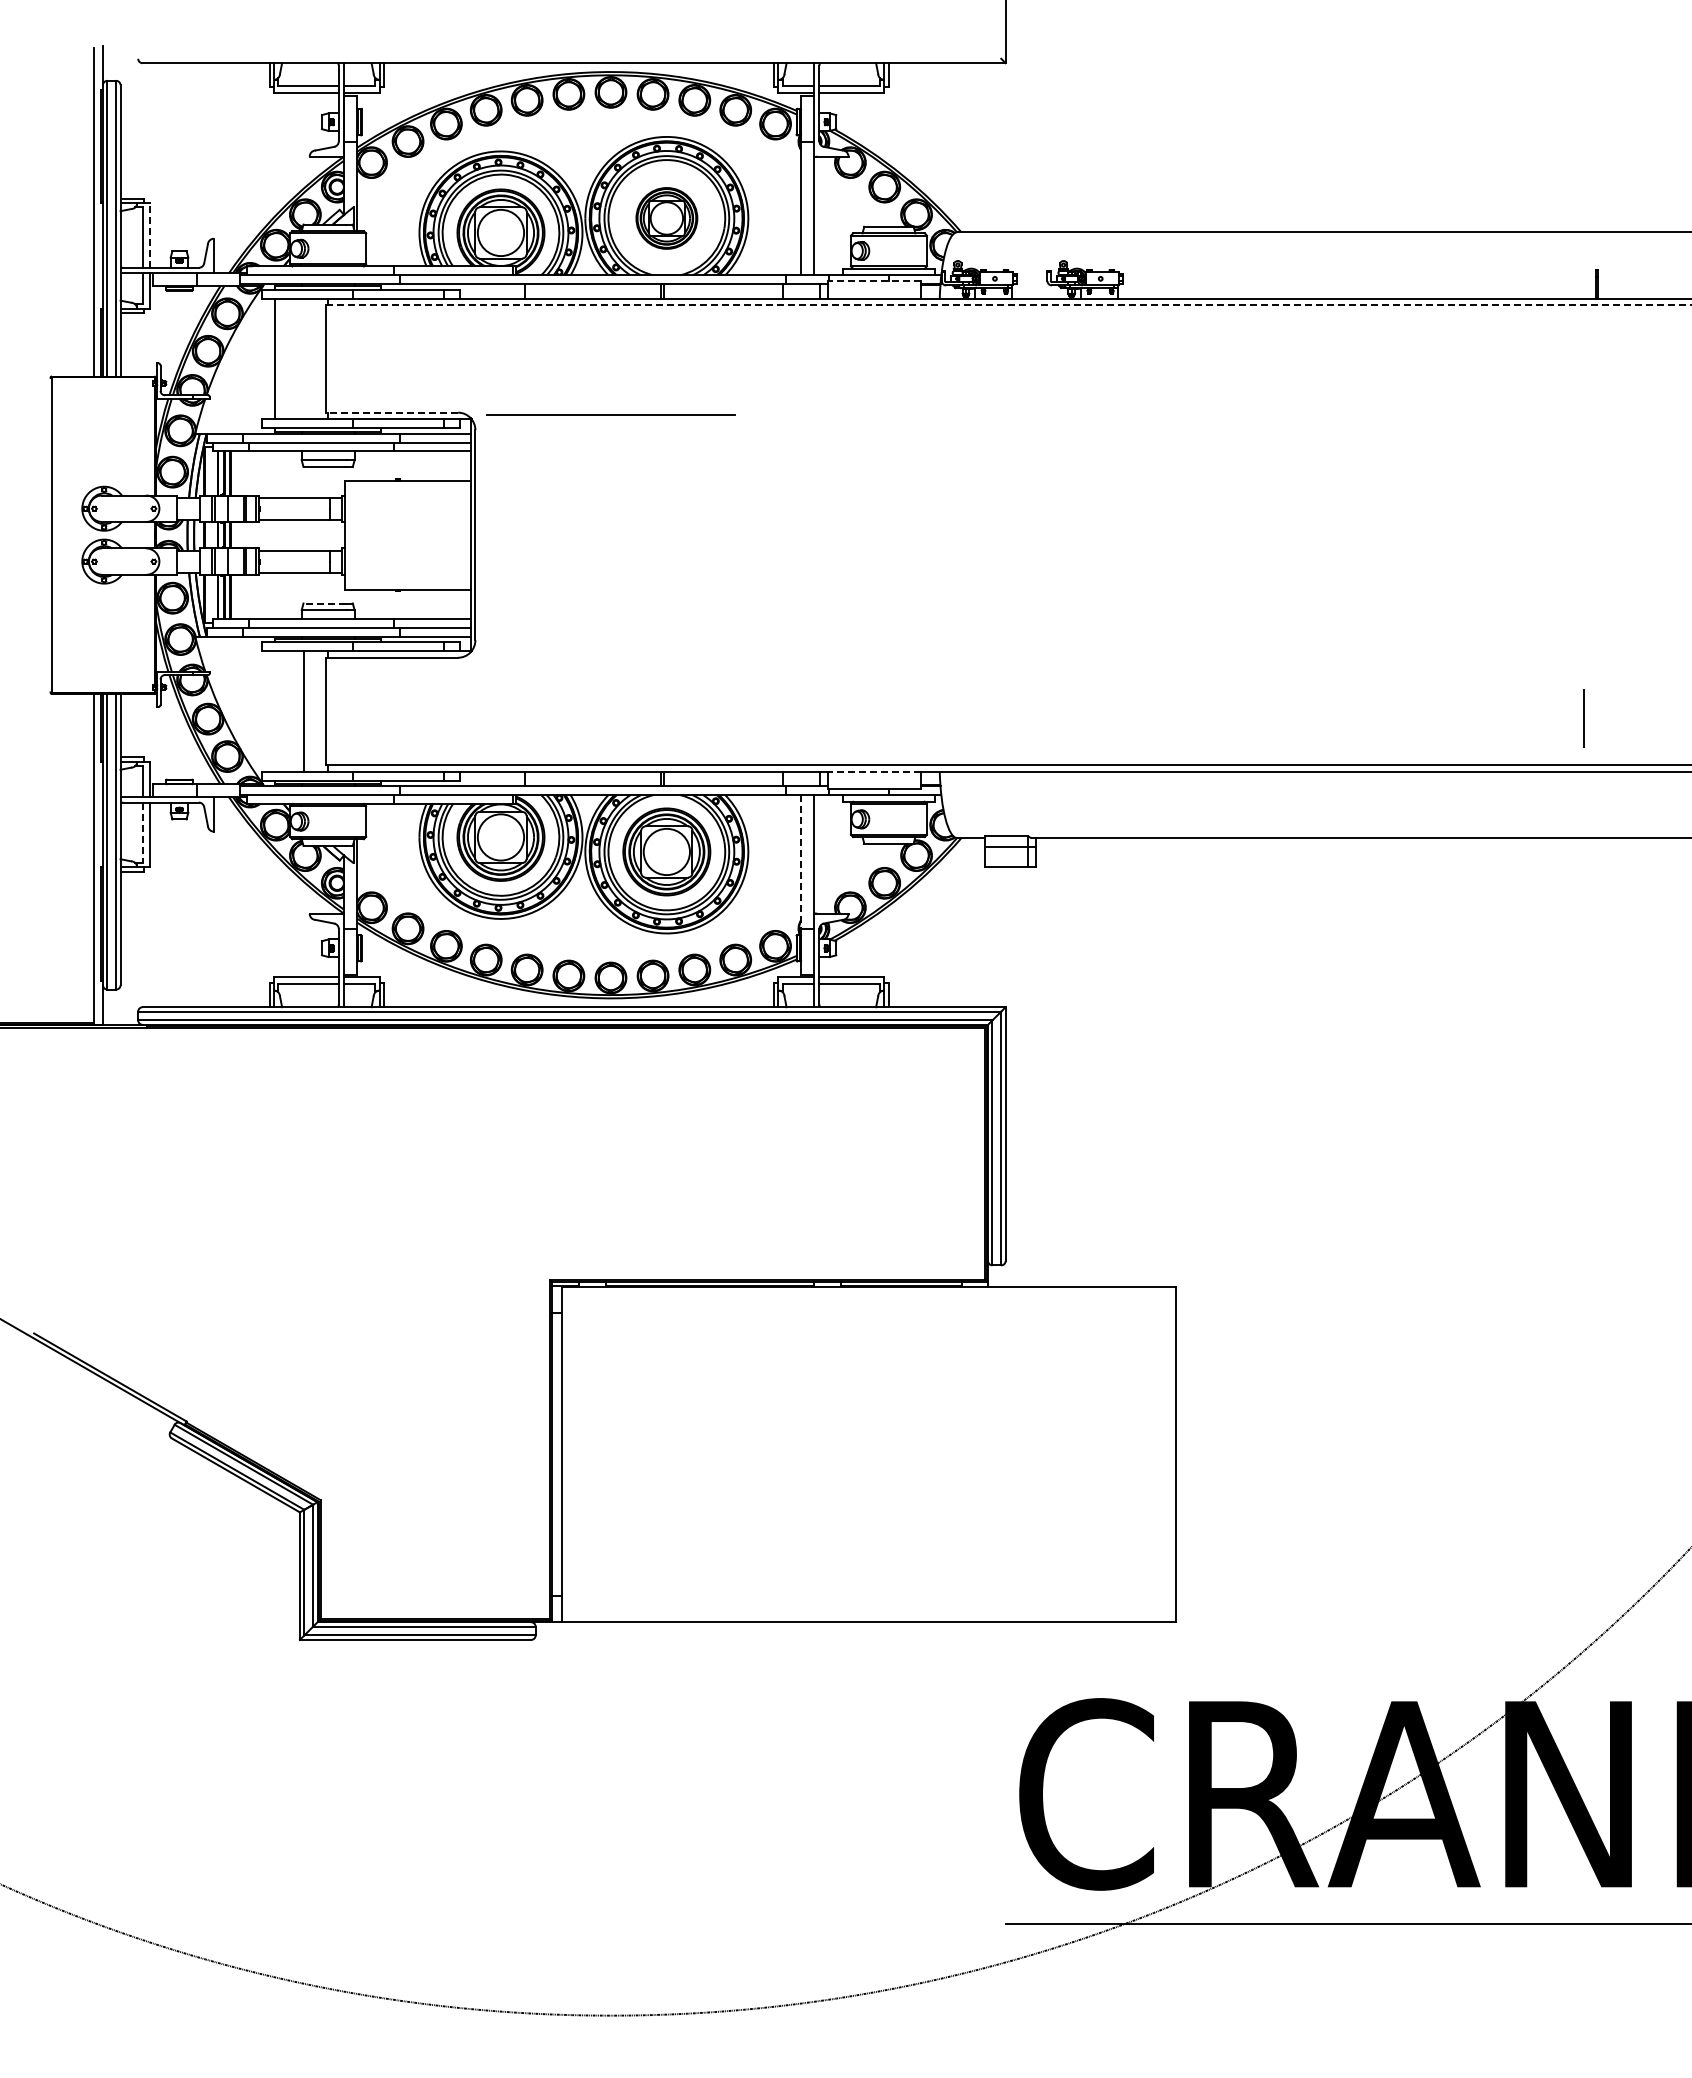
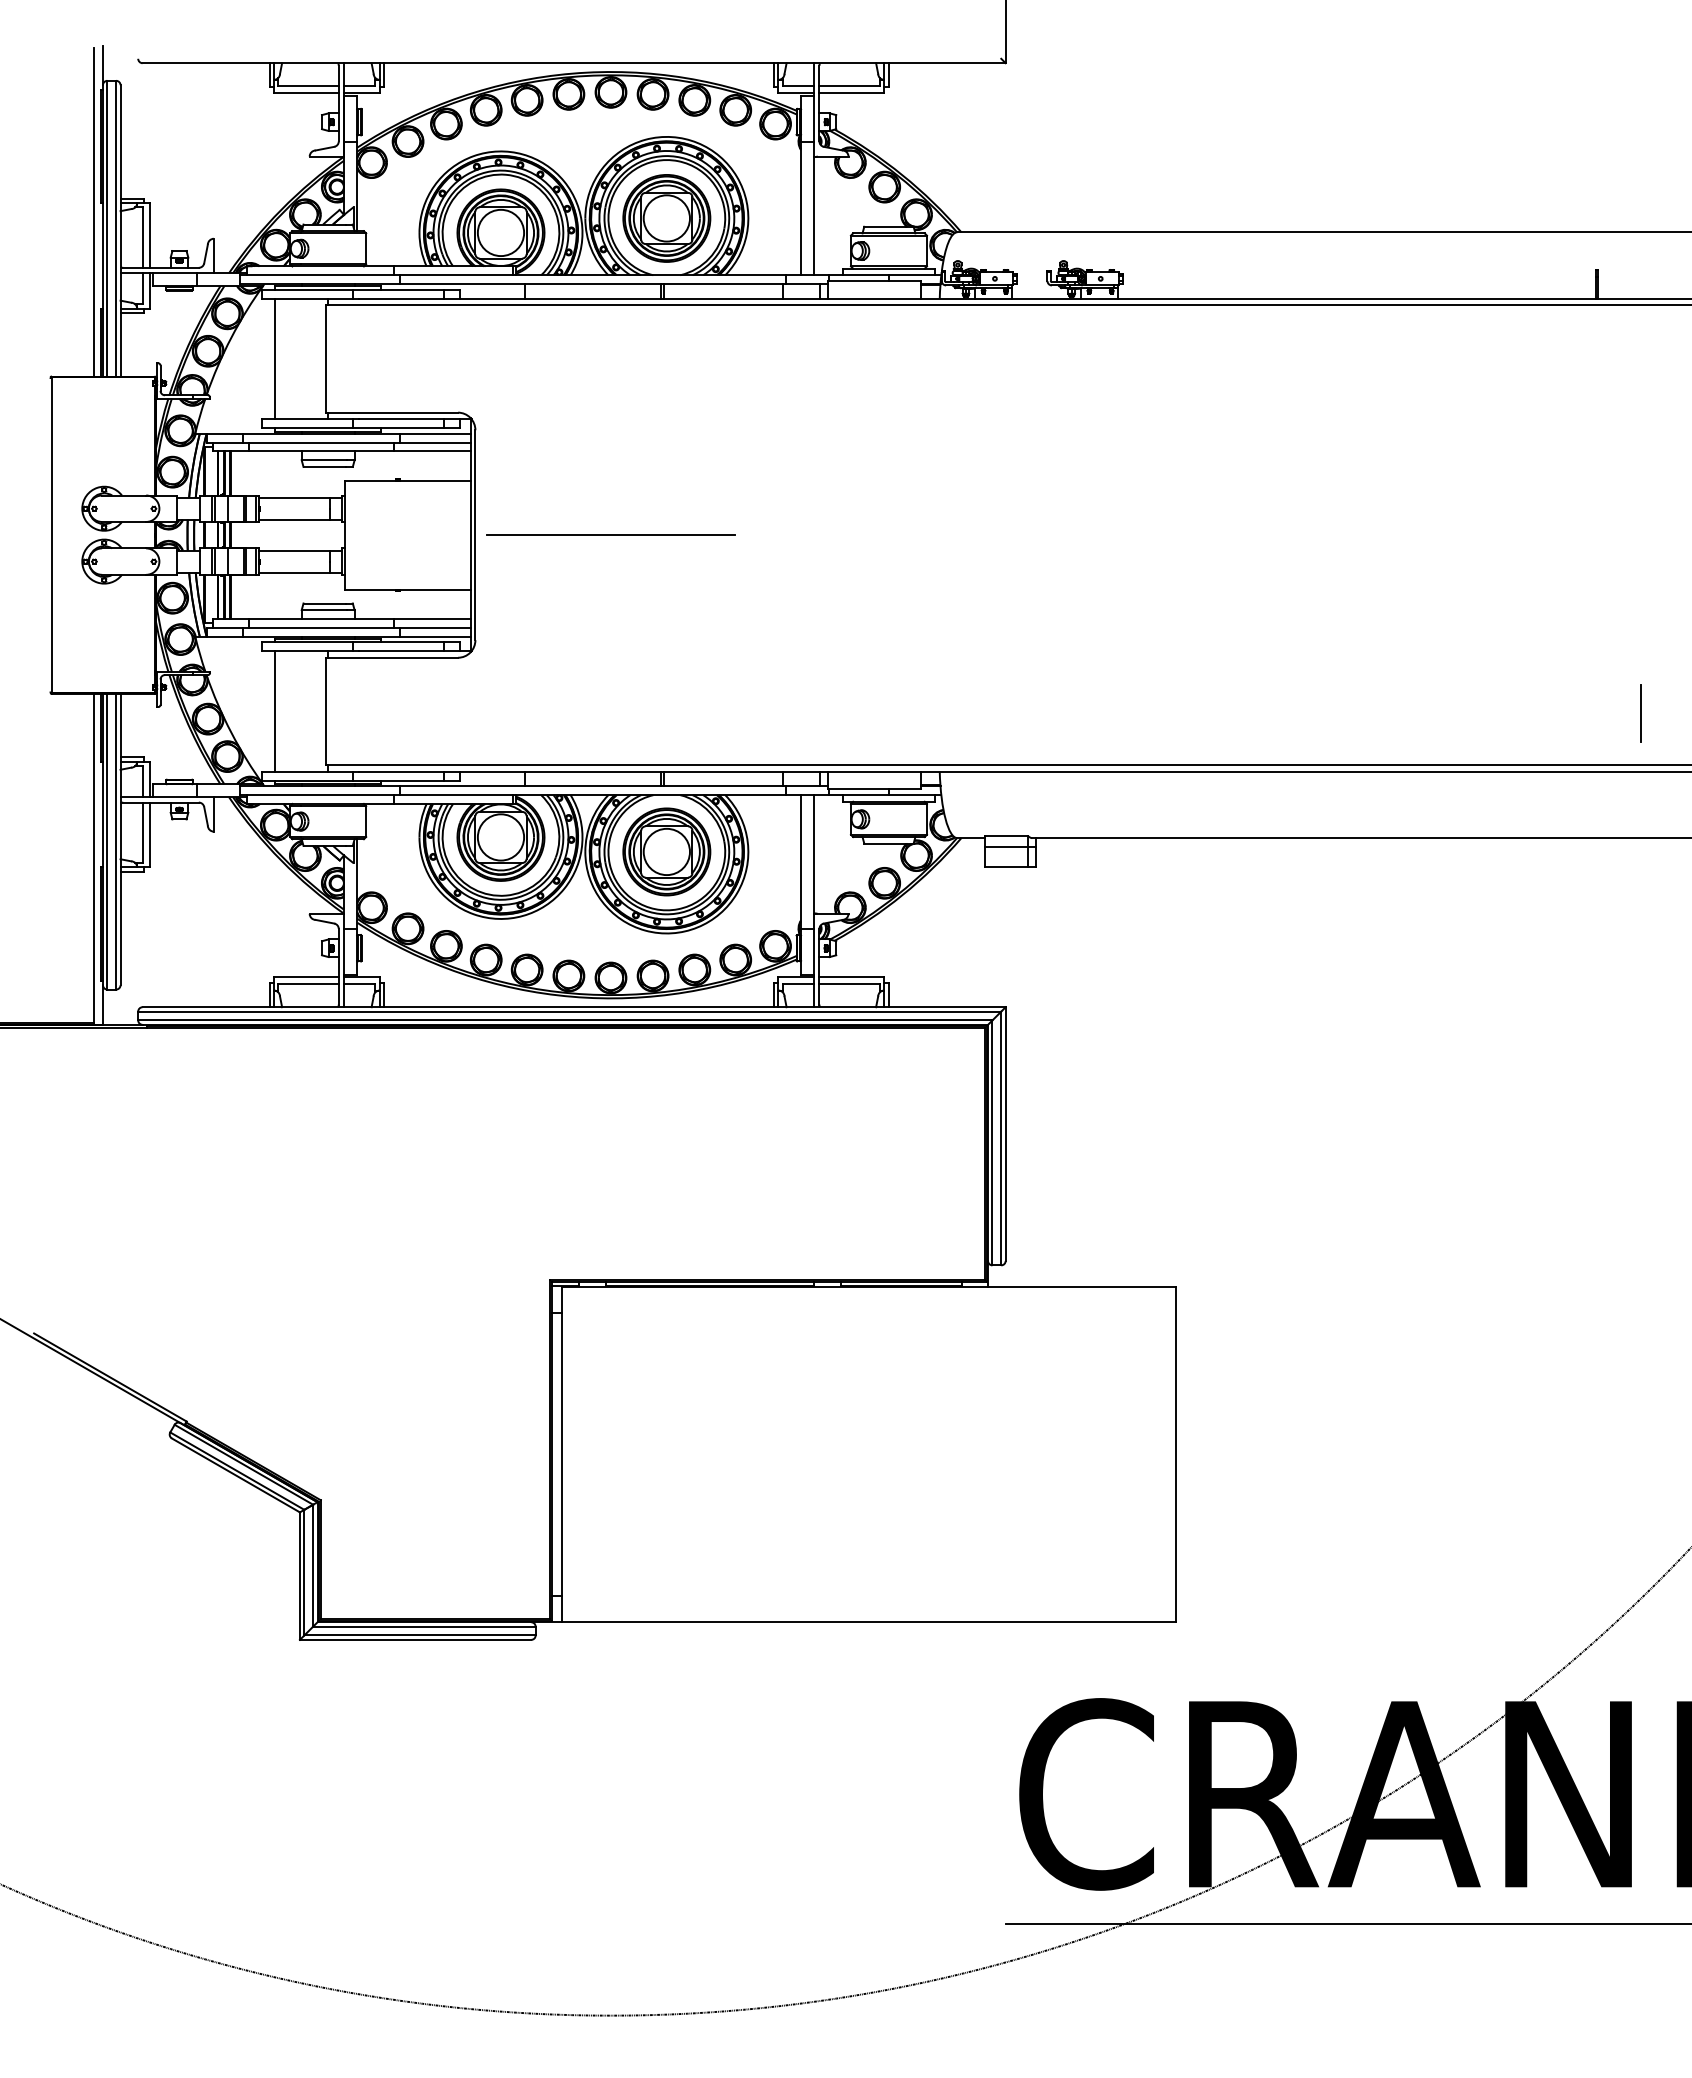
part at (666, 218) size: 64x63 px -> 90x89 px
line at (150, 234): dashed -> solid
line at (874, 281): dashed -> solid
line at (1009, 305): dashed -> solid
line at (392, 412): dashed -> solid
line at (610, 414) position: (610, 414) -> (610, 534)
line at (324, 603): dashed -> solid
line at (304, 711) position: (304, 711) -> (275, 711)
line at (1583, 718) position: (1583, 718) -> (1640, 713)
line at (874, 771): dashed -> solid
line at (143, 833): dashed -> solid
line at (801, 861): dashed -> solid
